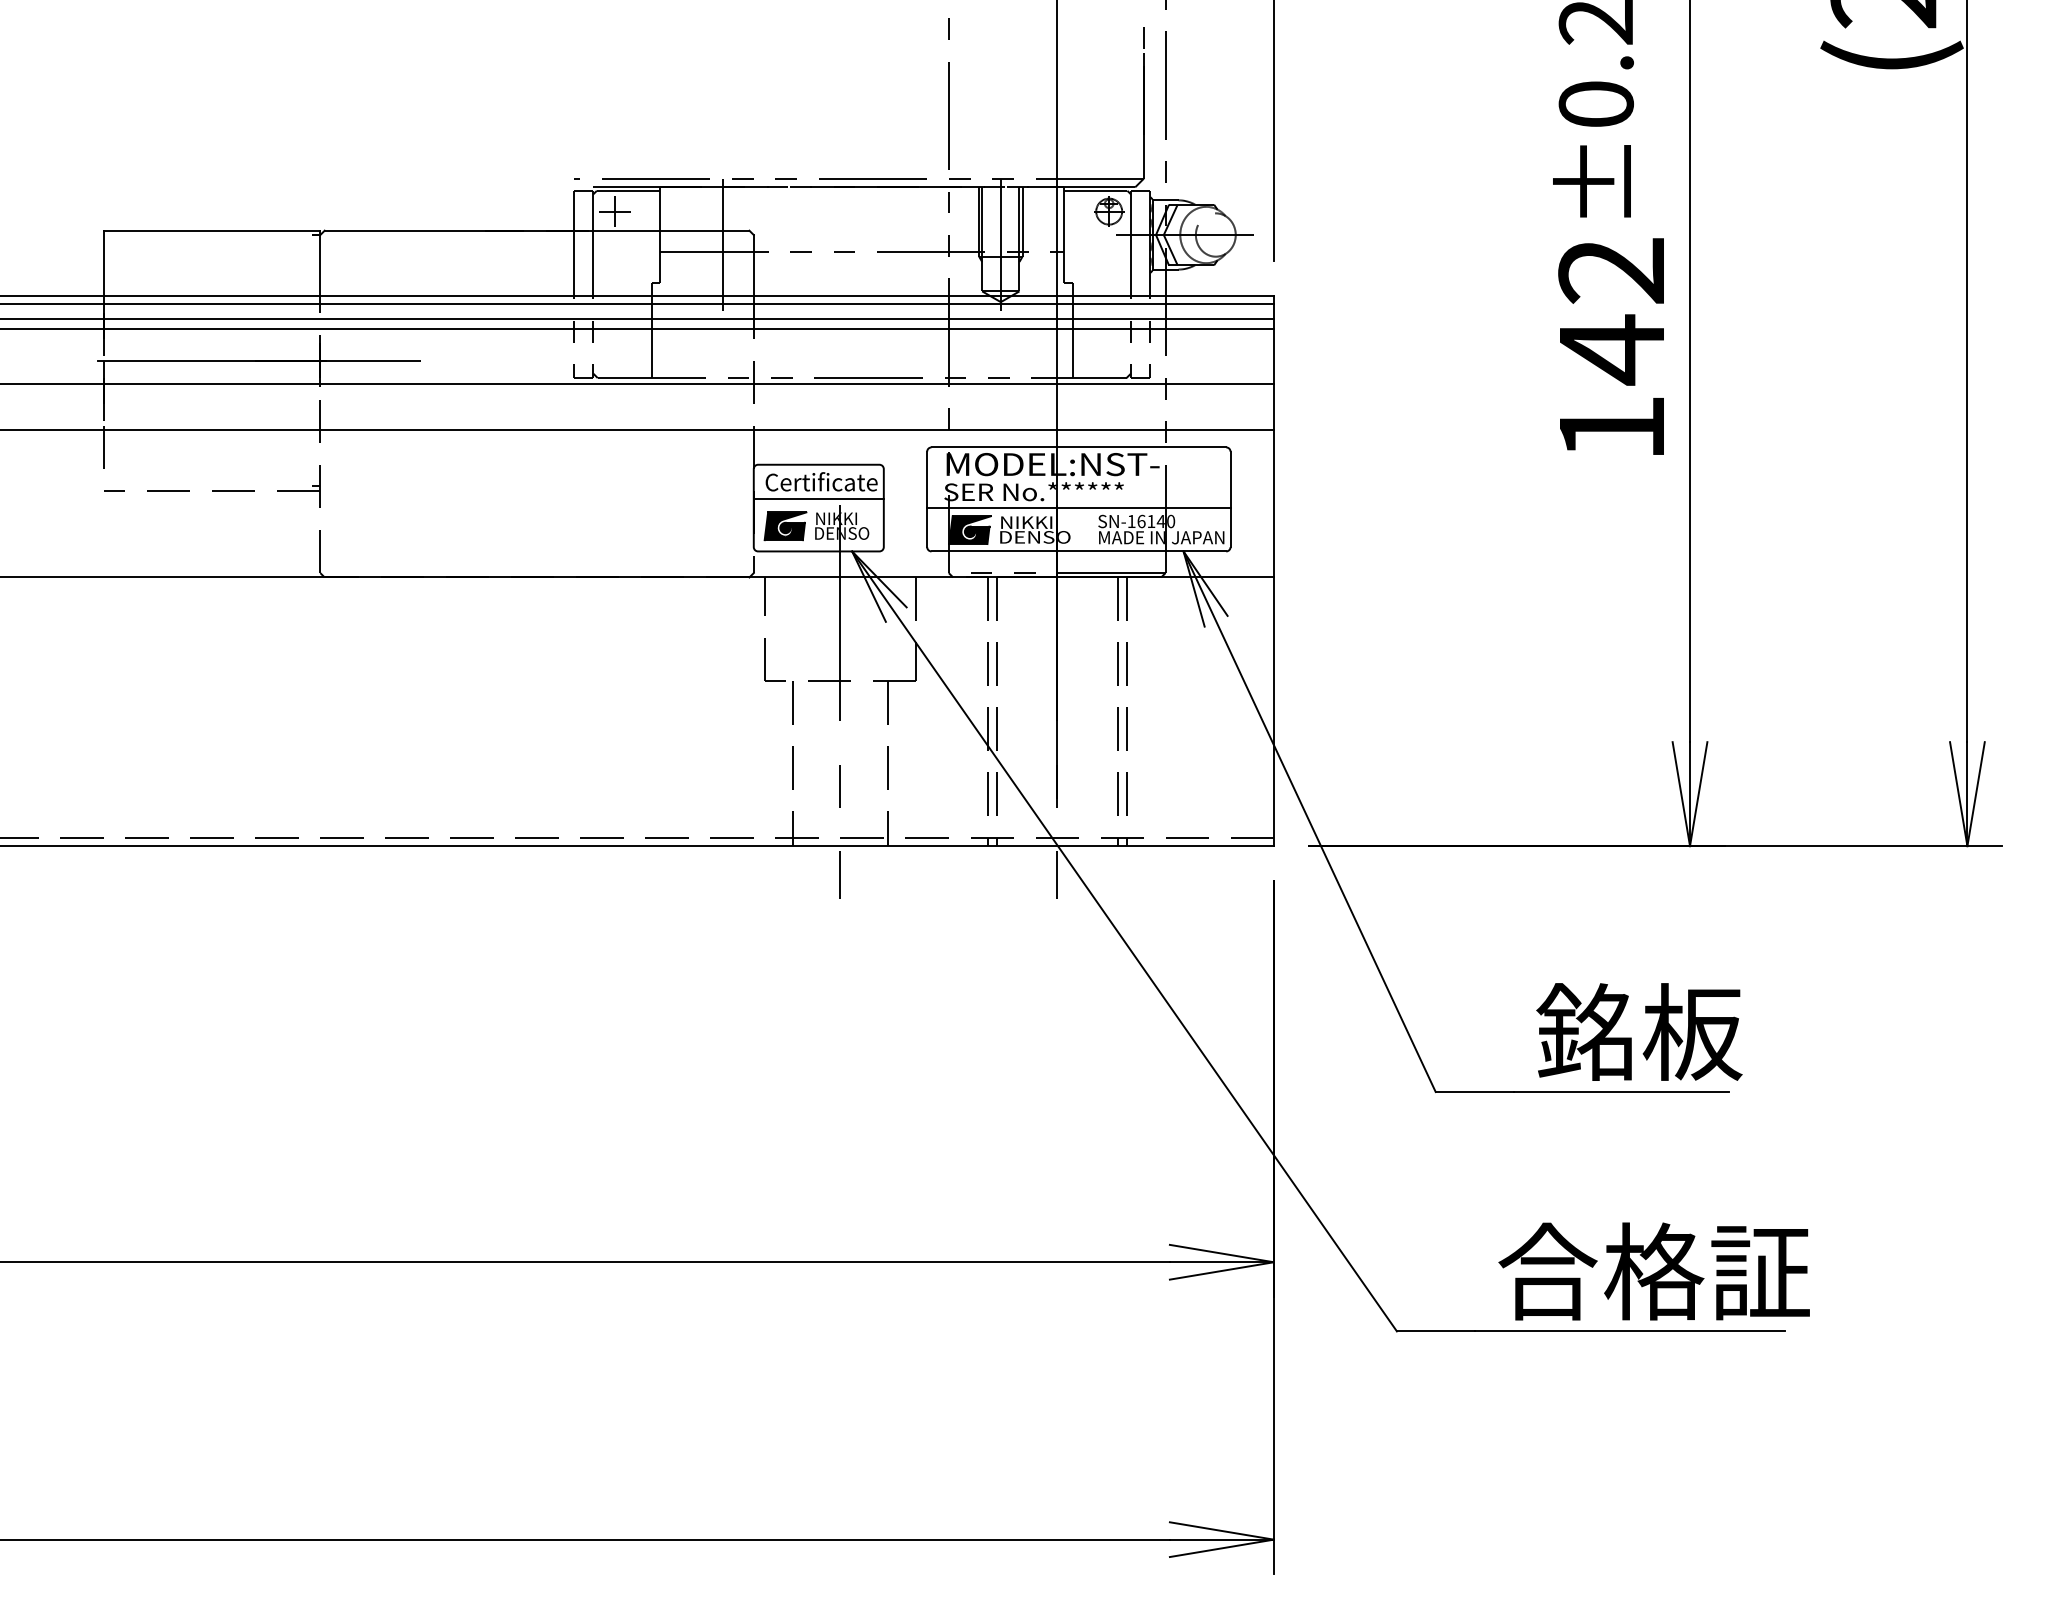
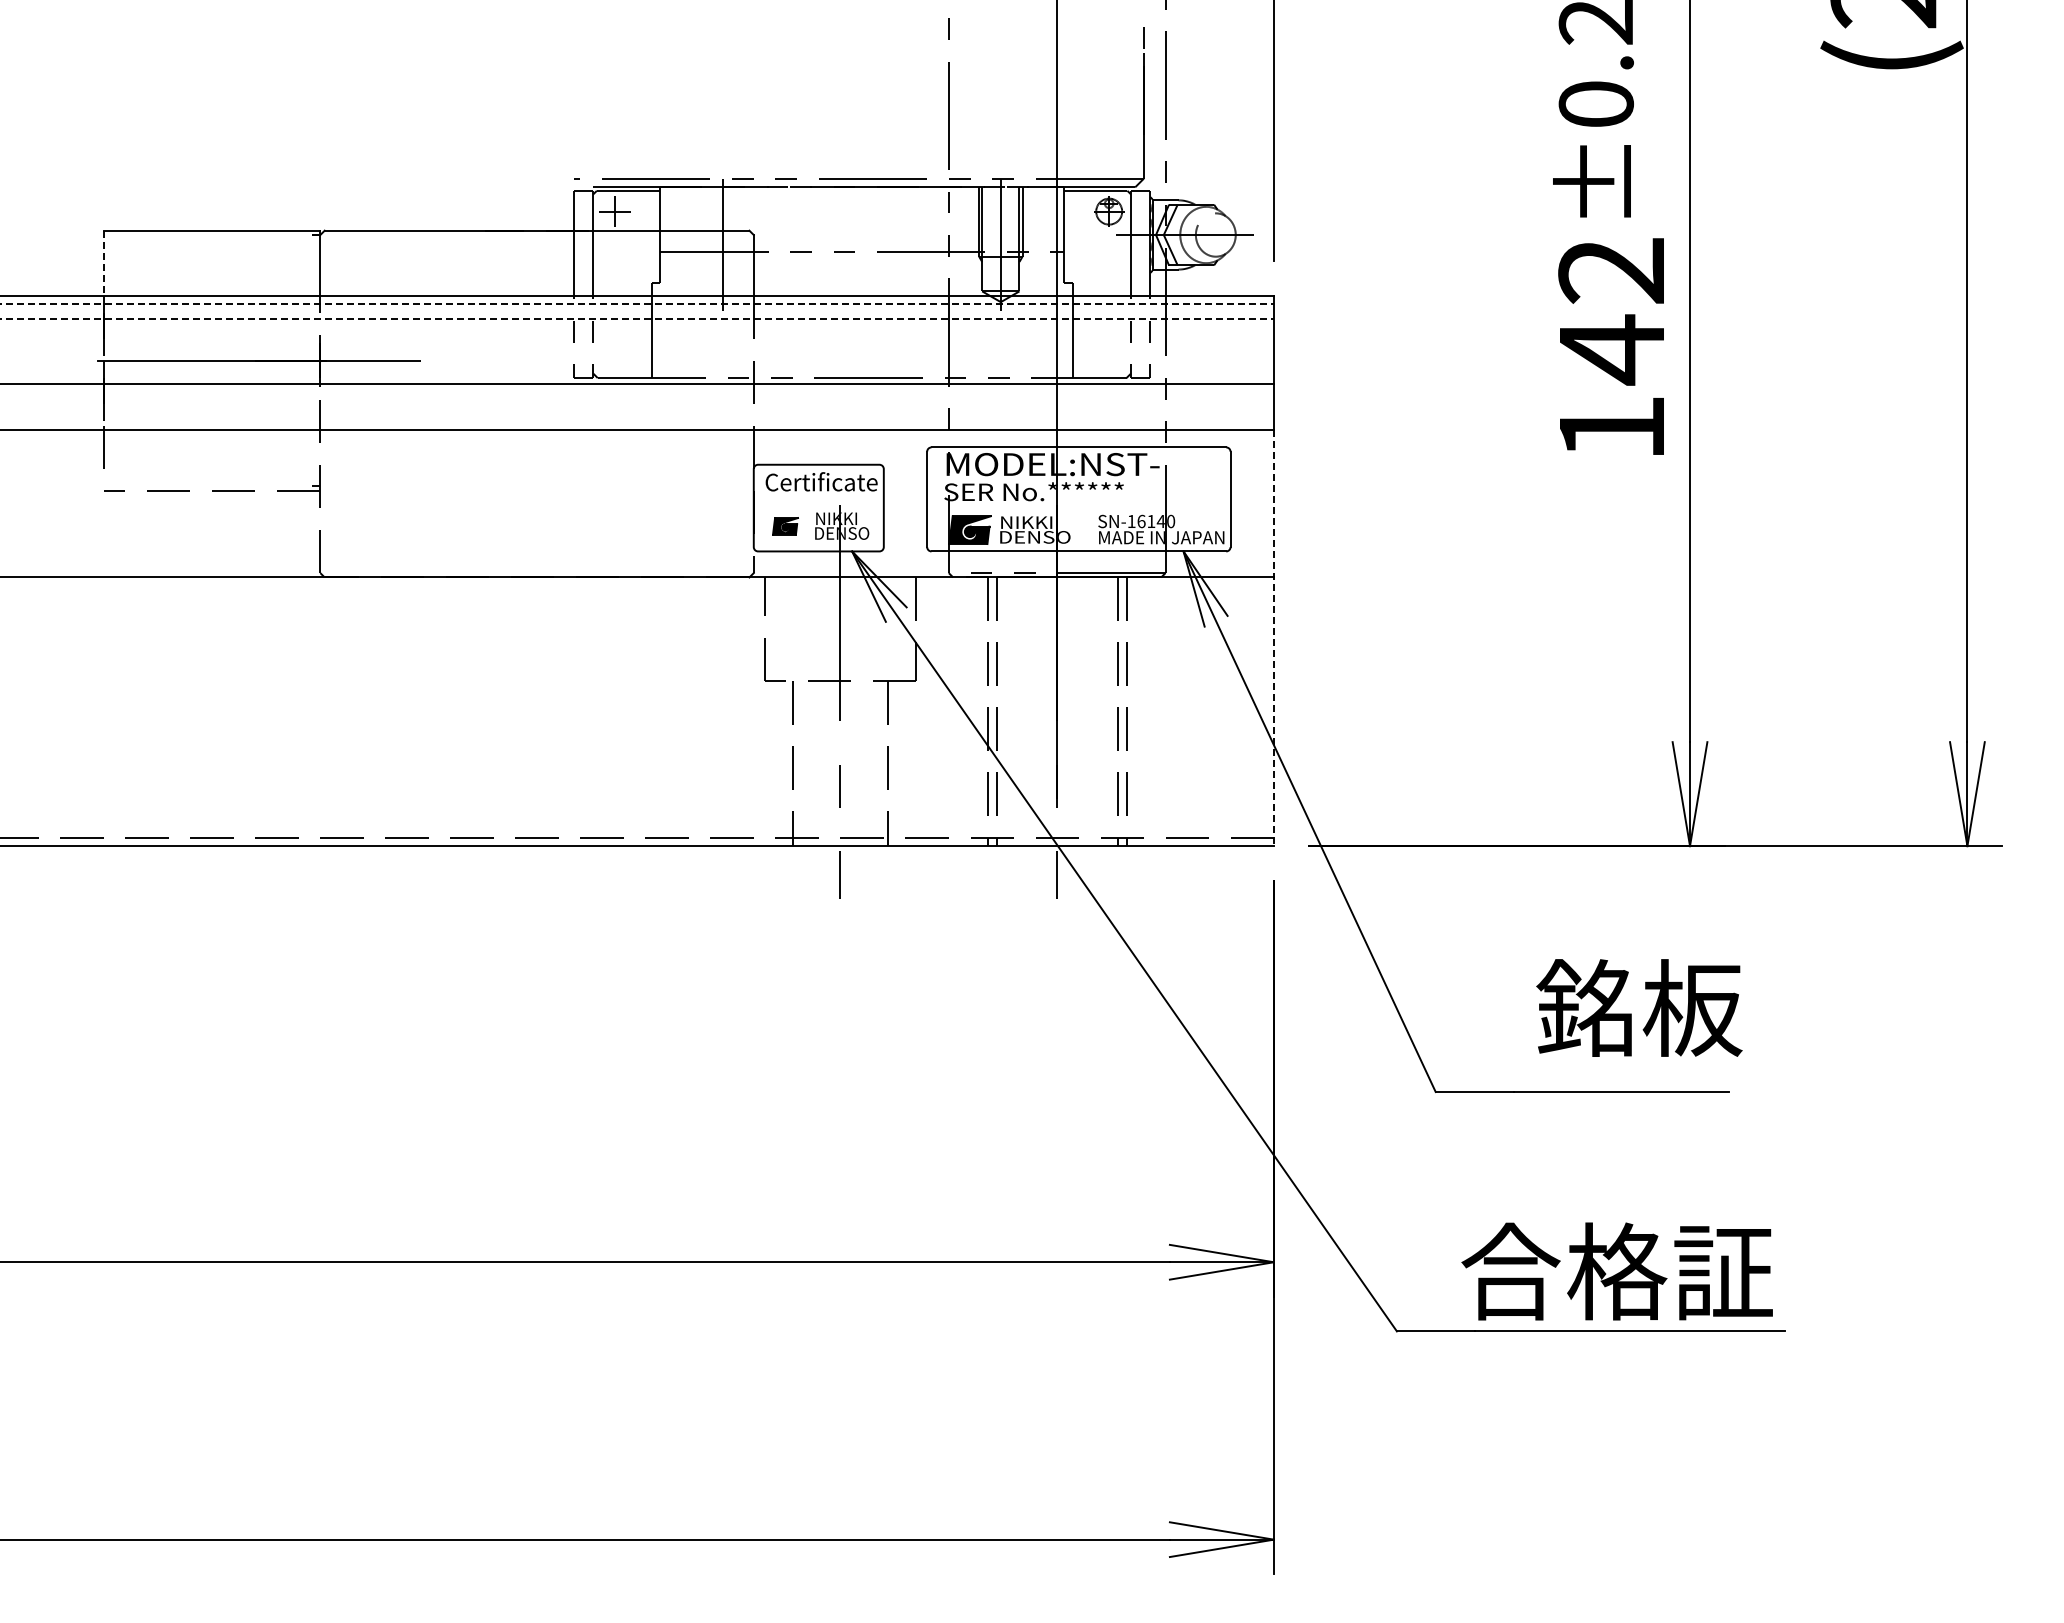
line at (103, 263): solid -> dashed
line at (636, 304): solid -> dashed
line at (636, 319): solid -> dashed
line at (637, 328): present -> none
line at (818, 499): present -> none
line at (1078, 508): present -> none
part at (785, 526) size: 45x31 px -> 27x19 px
line at (1273, 638): solid -> dashed
text at (1639, 1031) position: (1639, 1031) -> (1639, 1007)
text at (1653, 1271) position: (1653, 1271) -> (1616, 1271)
